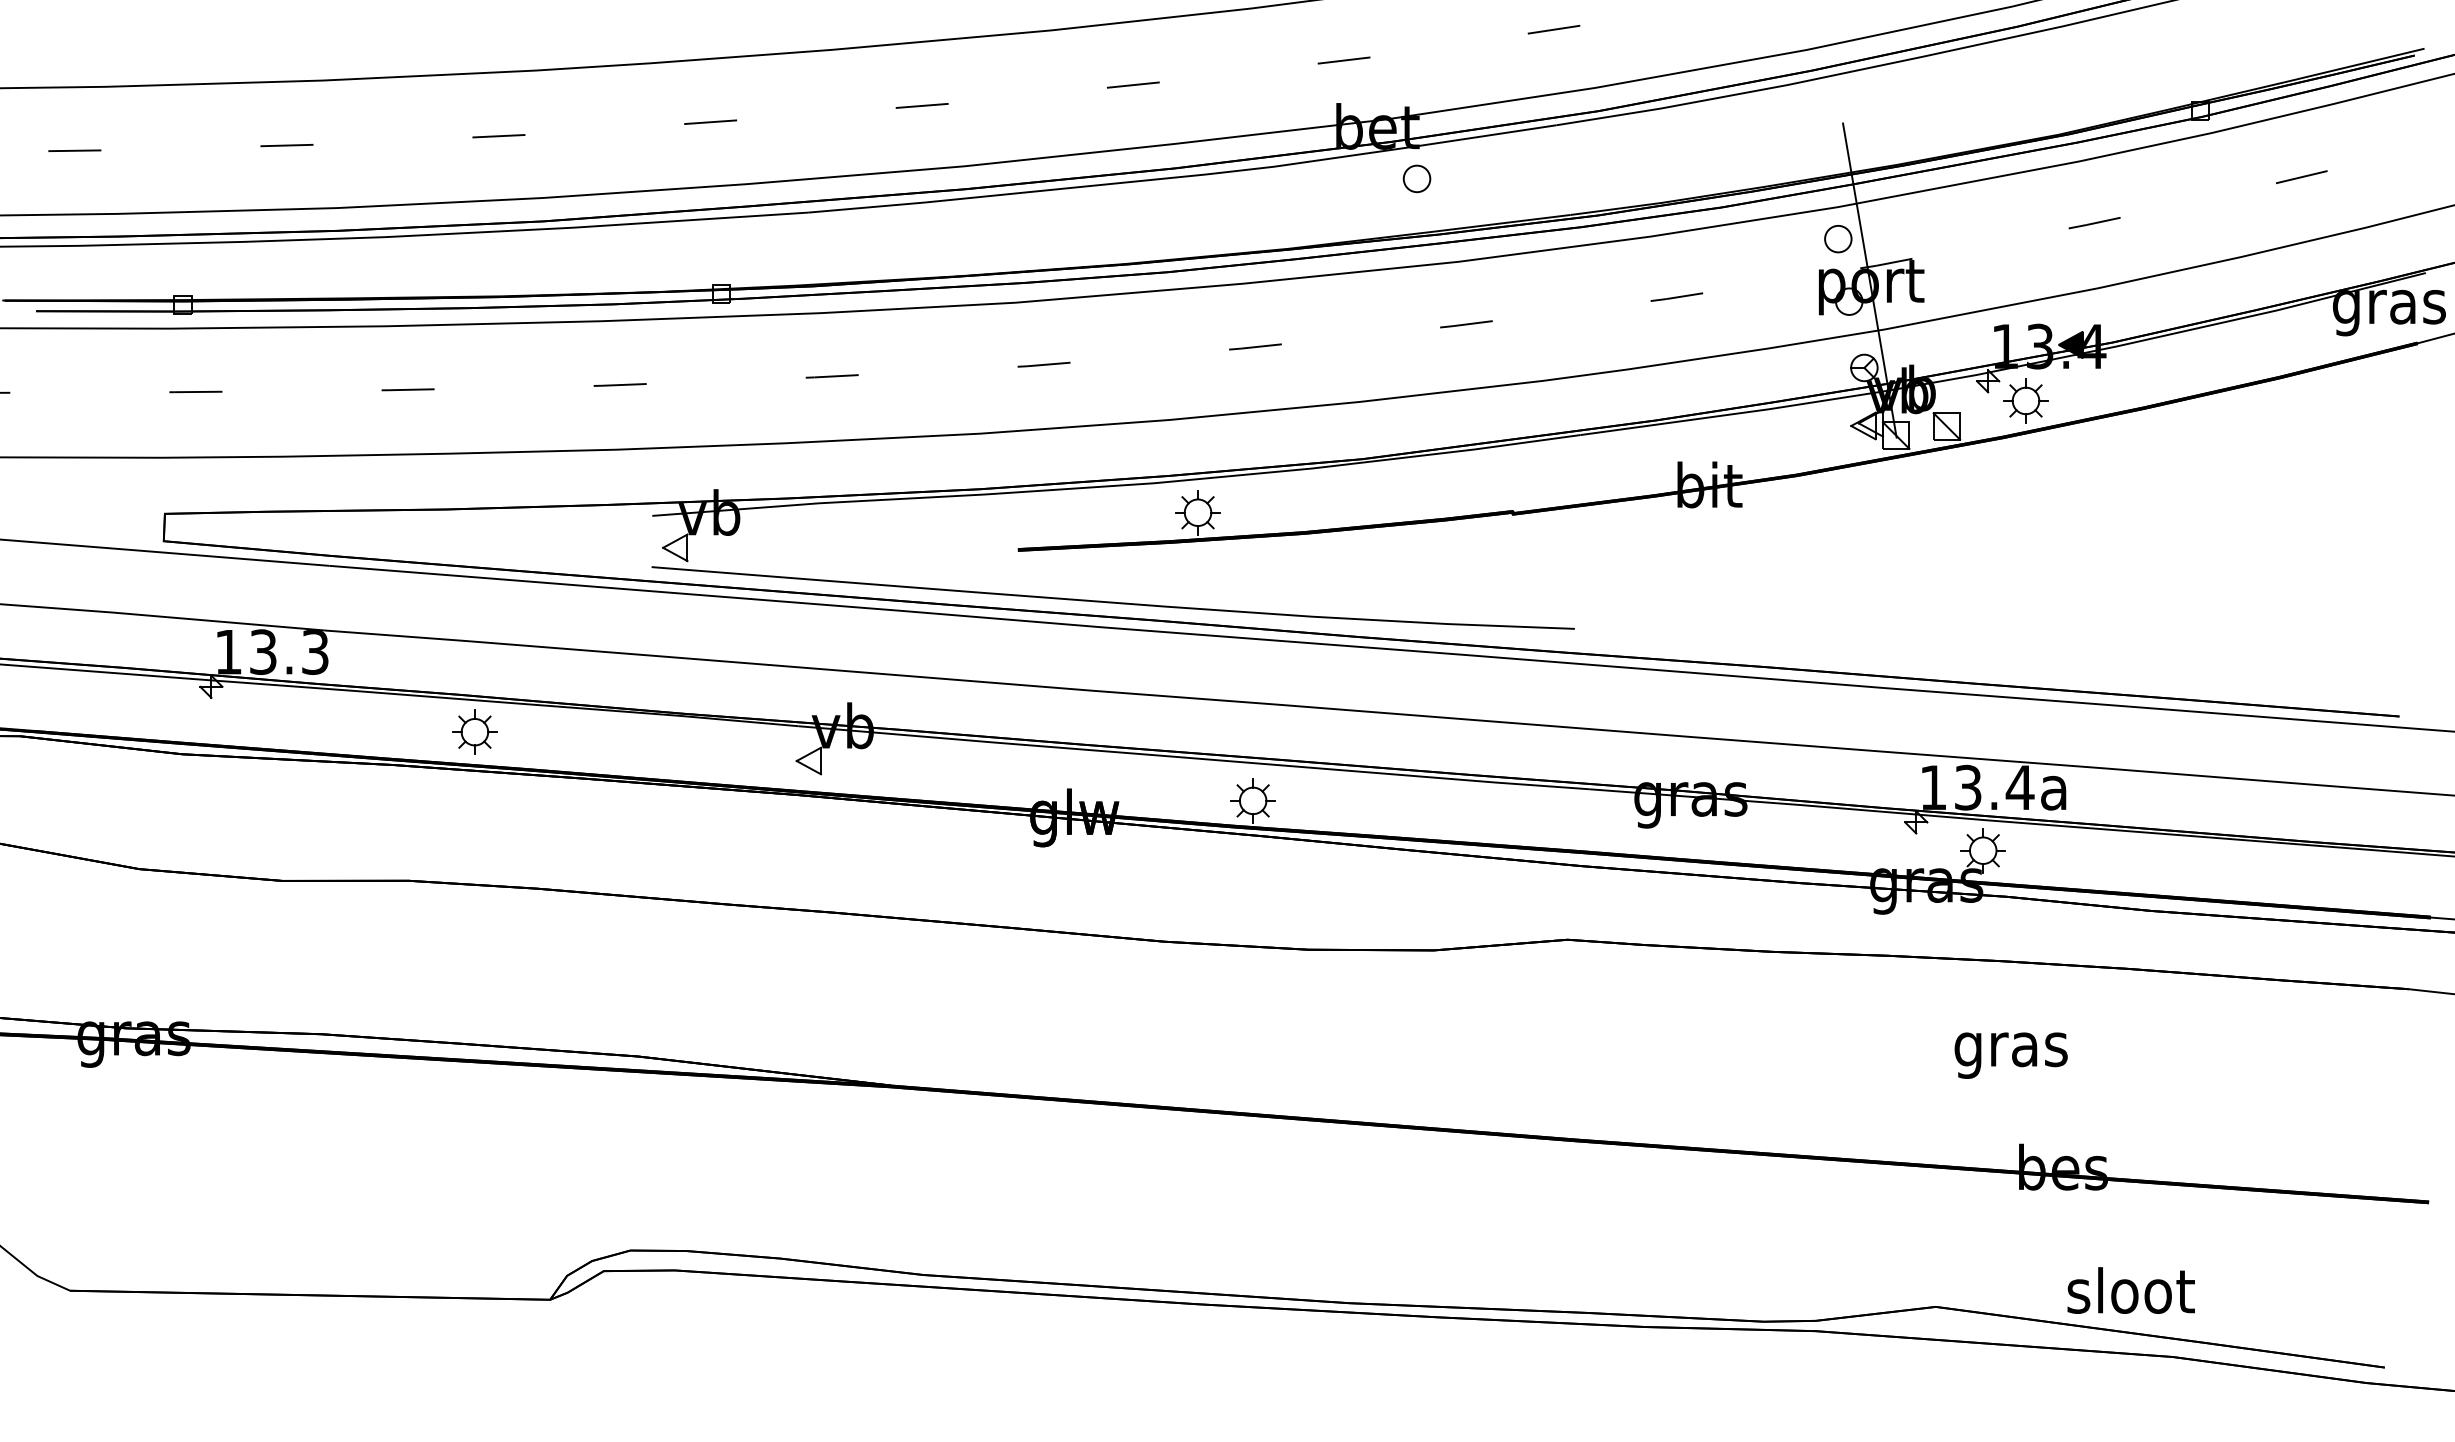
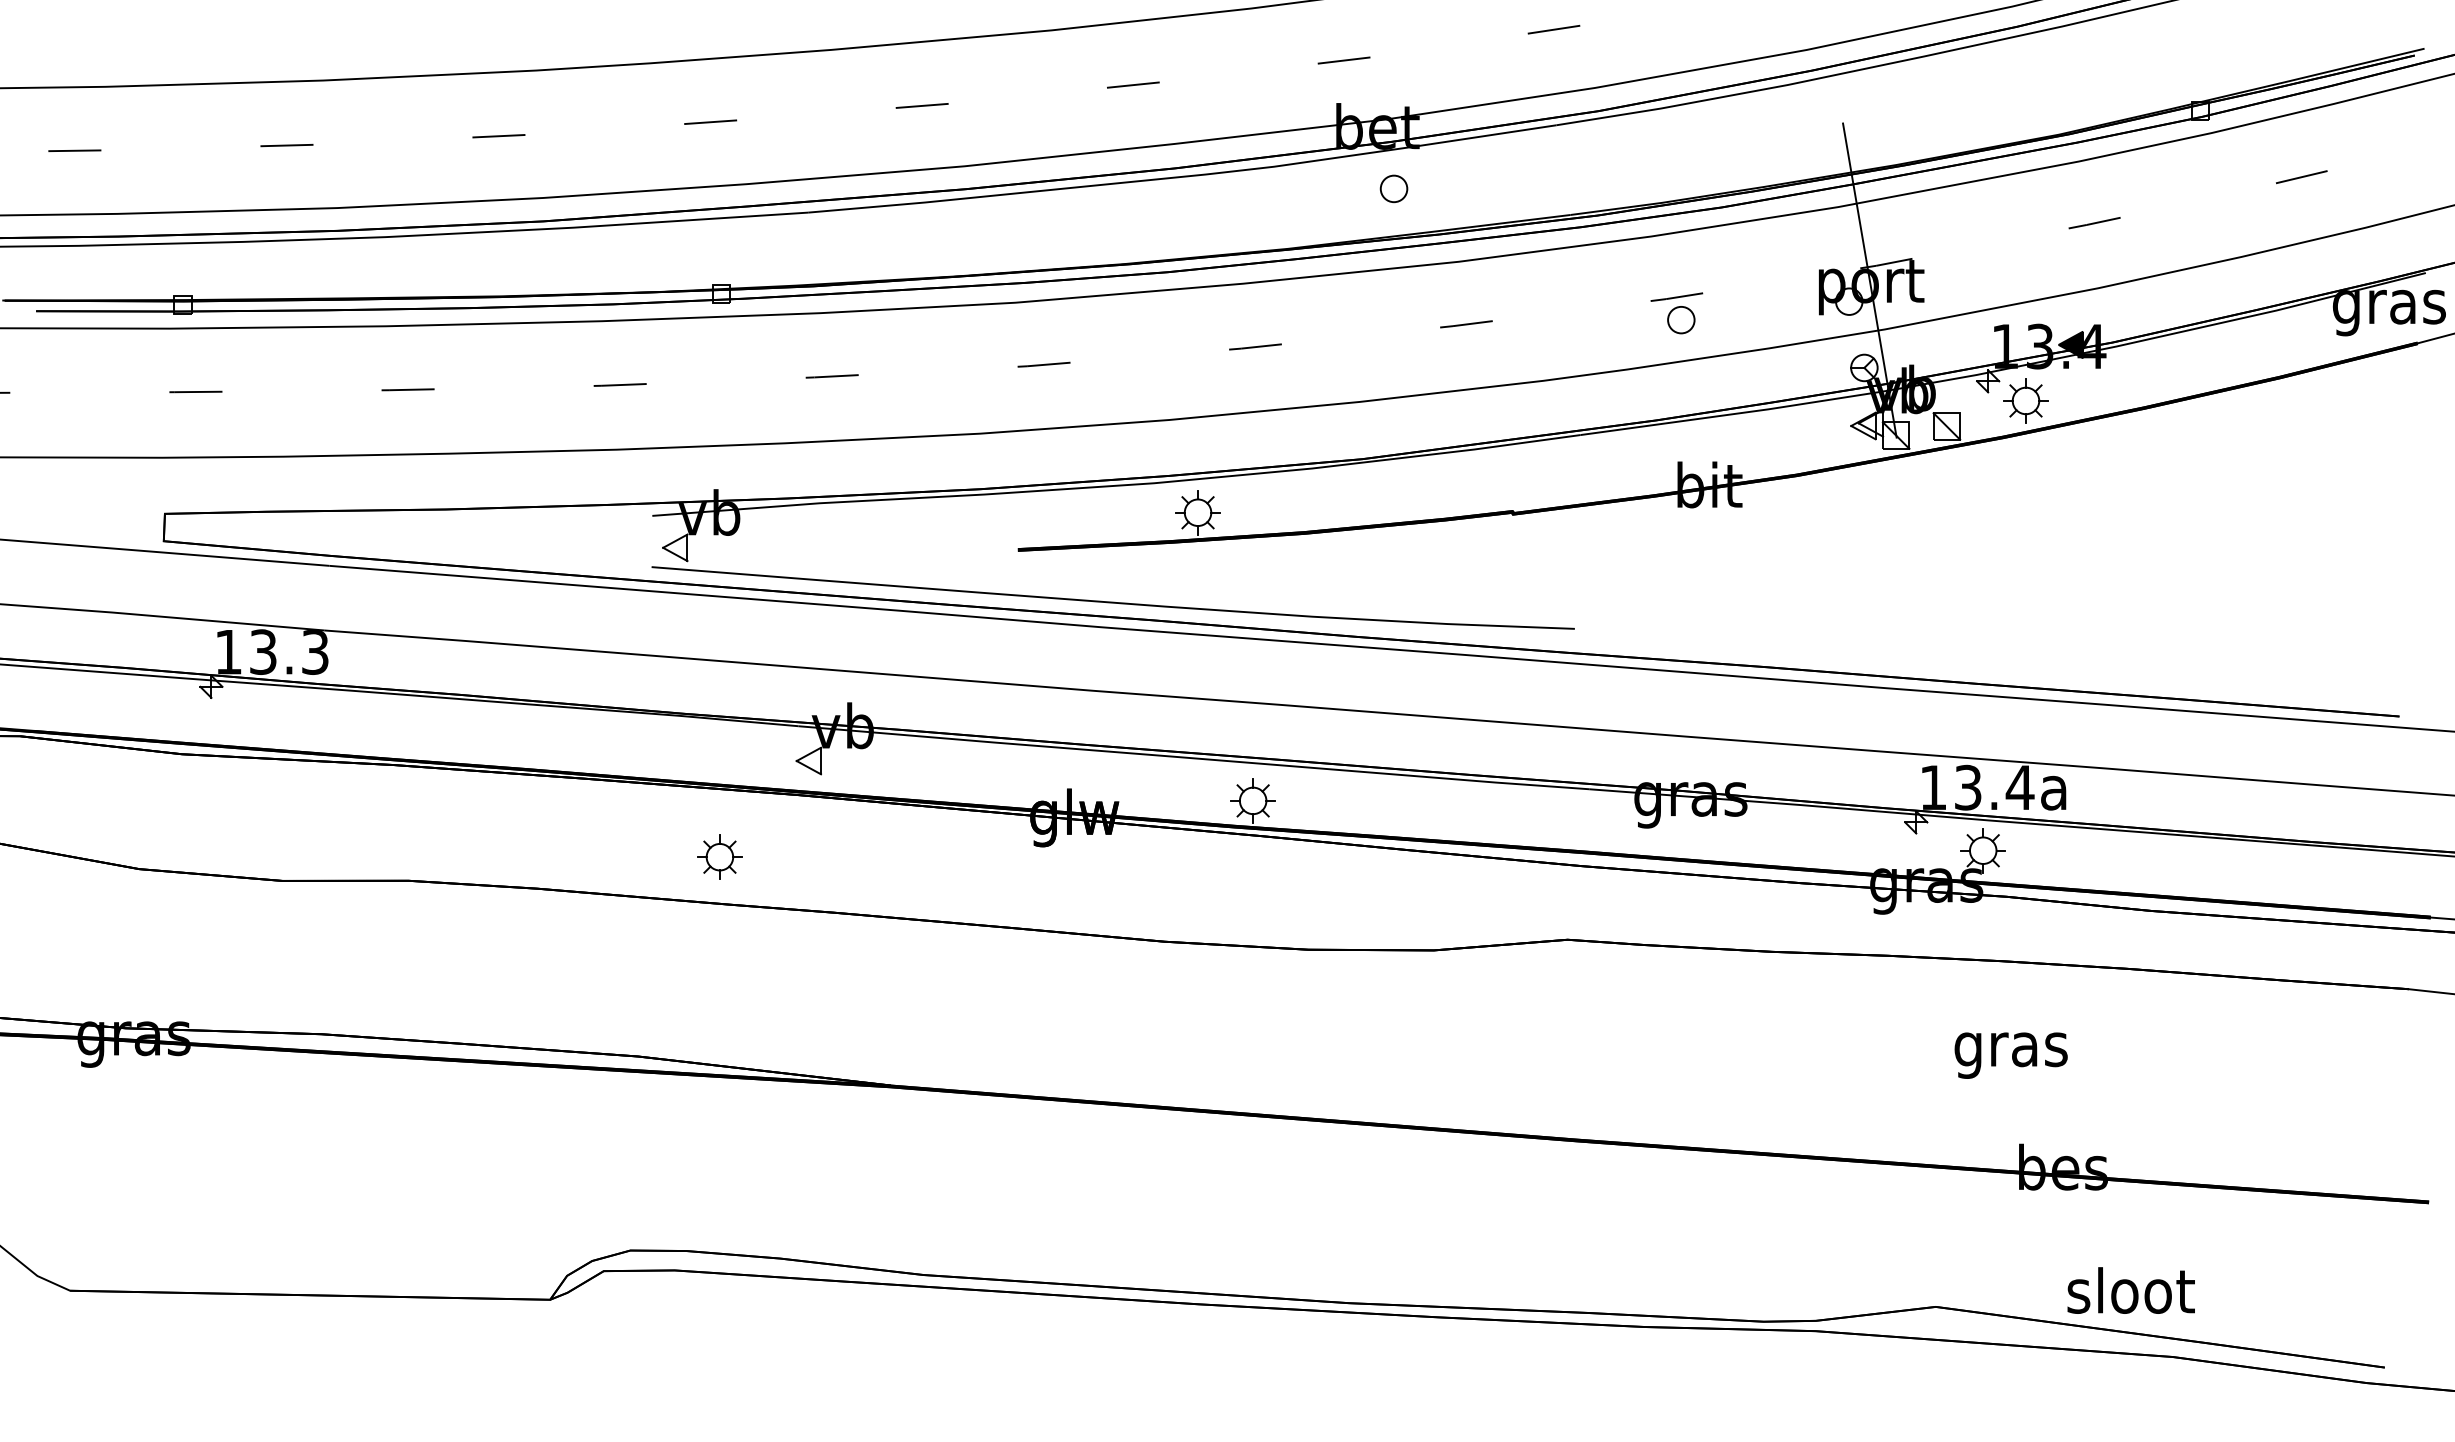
part at (1416, 178) position: (1416, 178) -> (1393, 188)
part at (1838, 239) position: (1838, 239) -> (1681, 320)
part at (474, 731) position: (474, 731) -> (719, 856)
